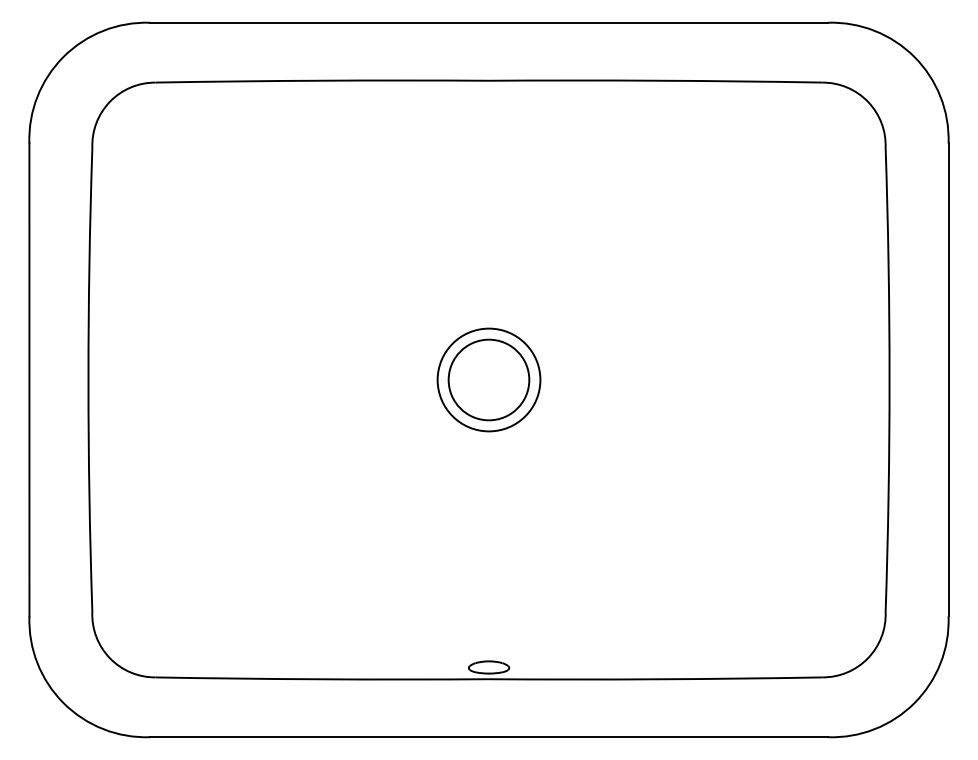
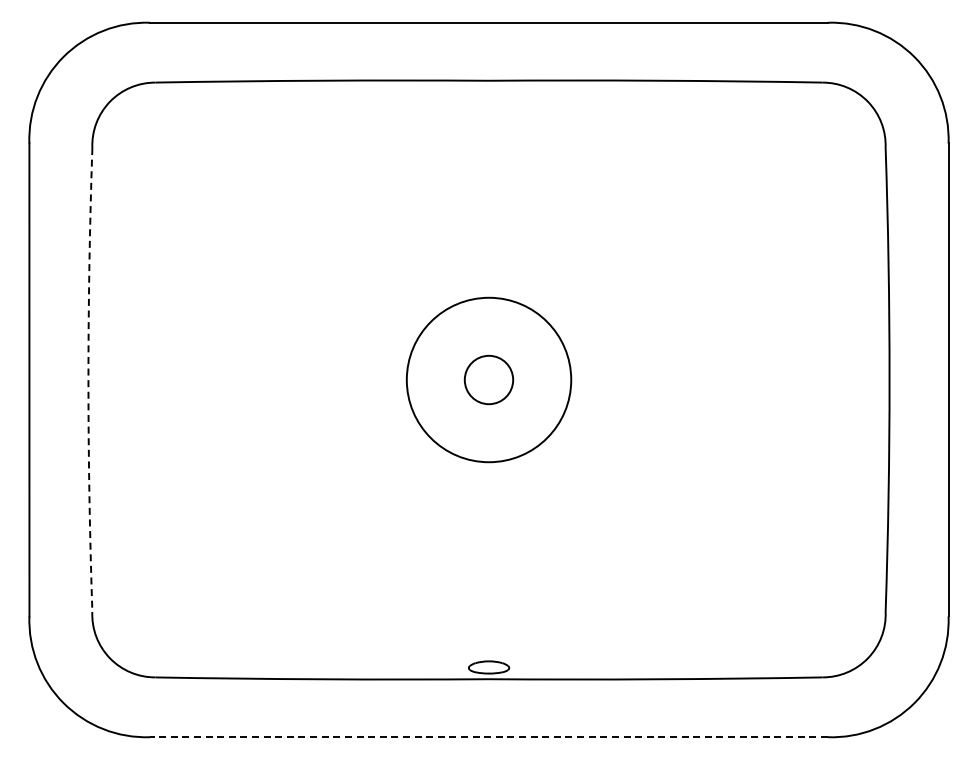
circle at (488, 379) diameter: 103 px -> 164 px
circle at (488, 379) diameter: 81 px -> 48 px
arc at (88, 380): solid -> dashed
line at (488, 737): solid -> dashed
